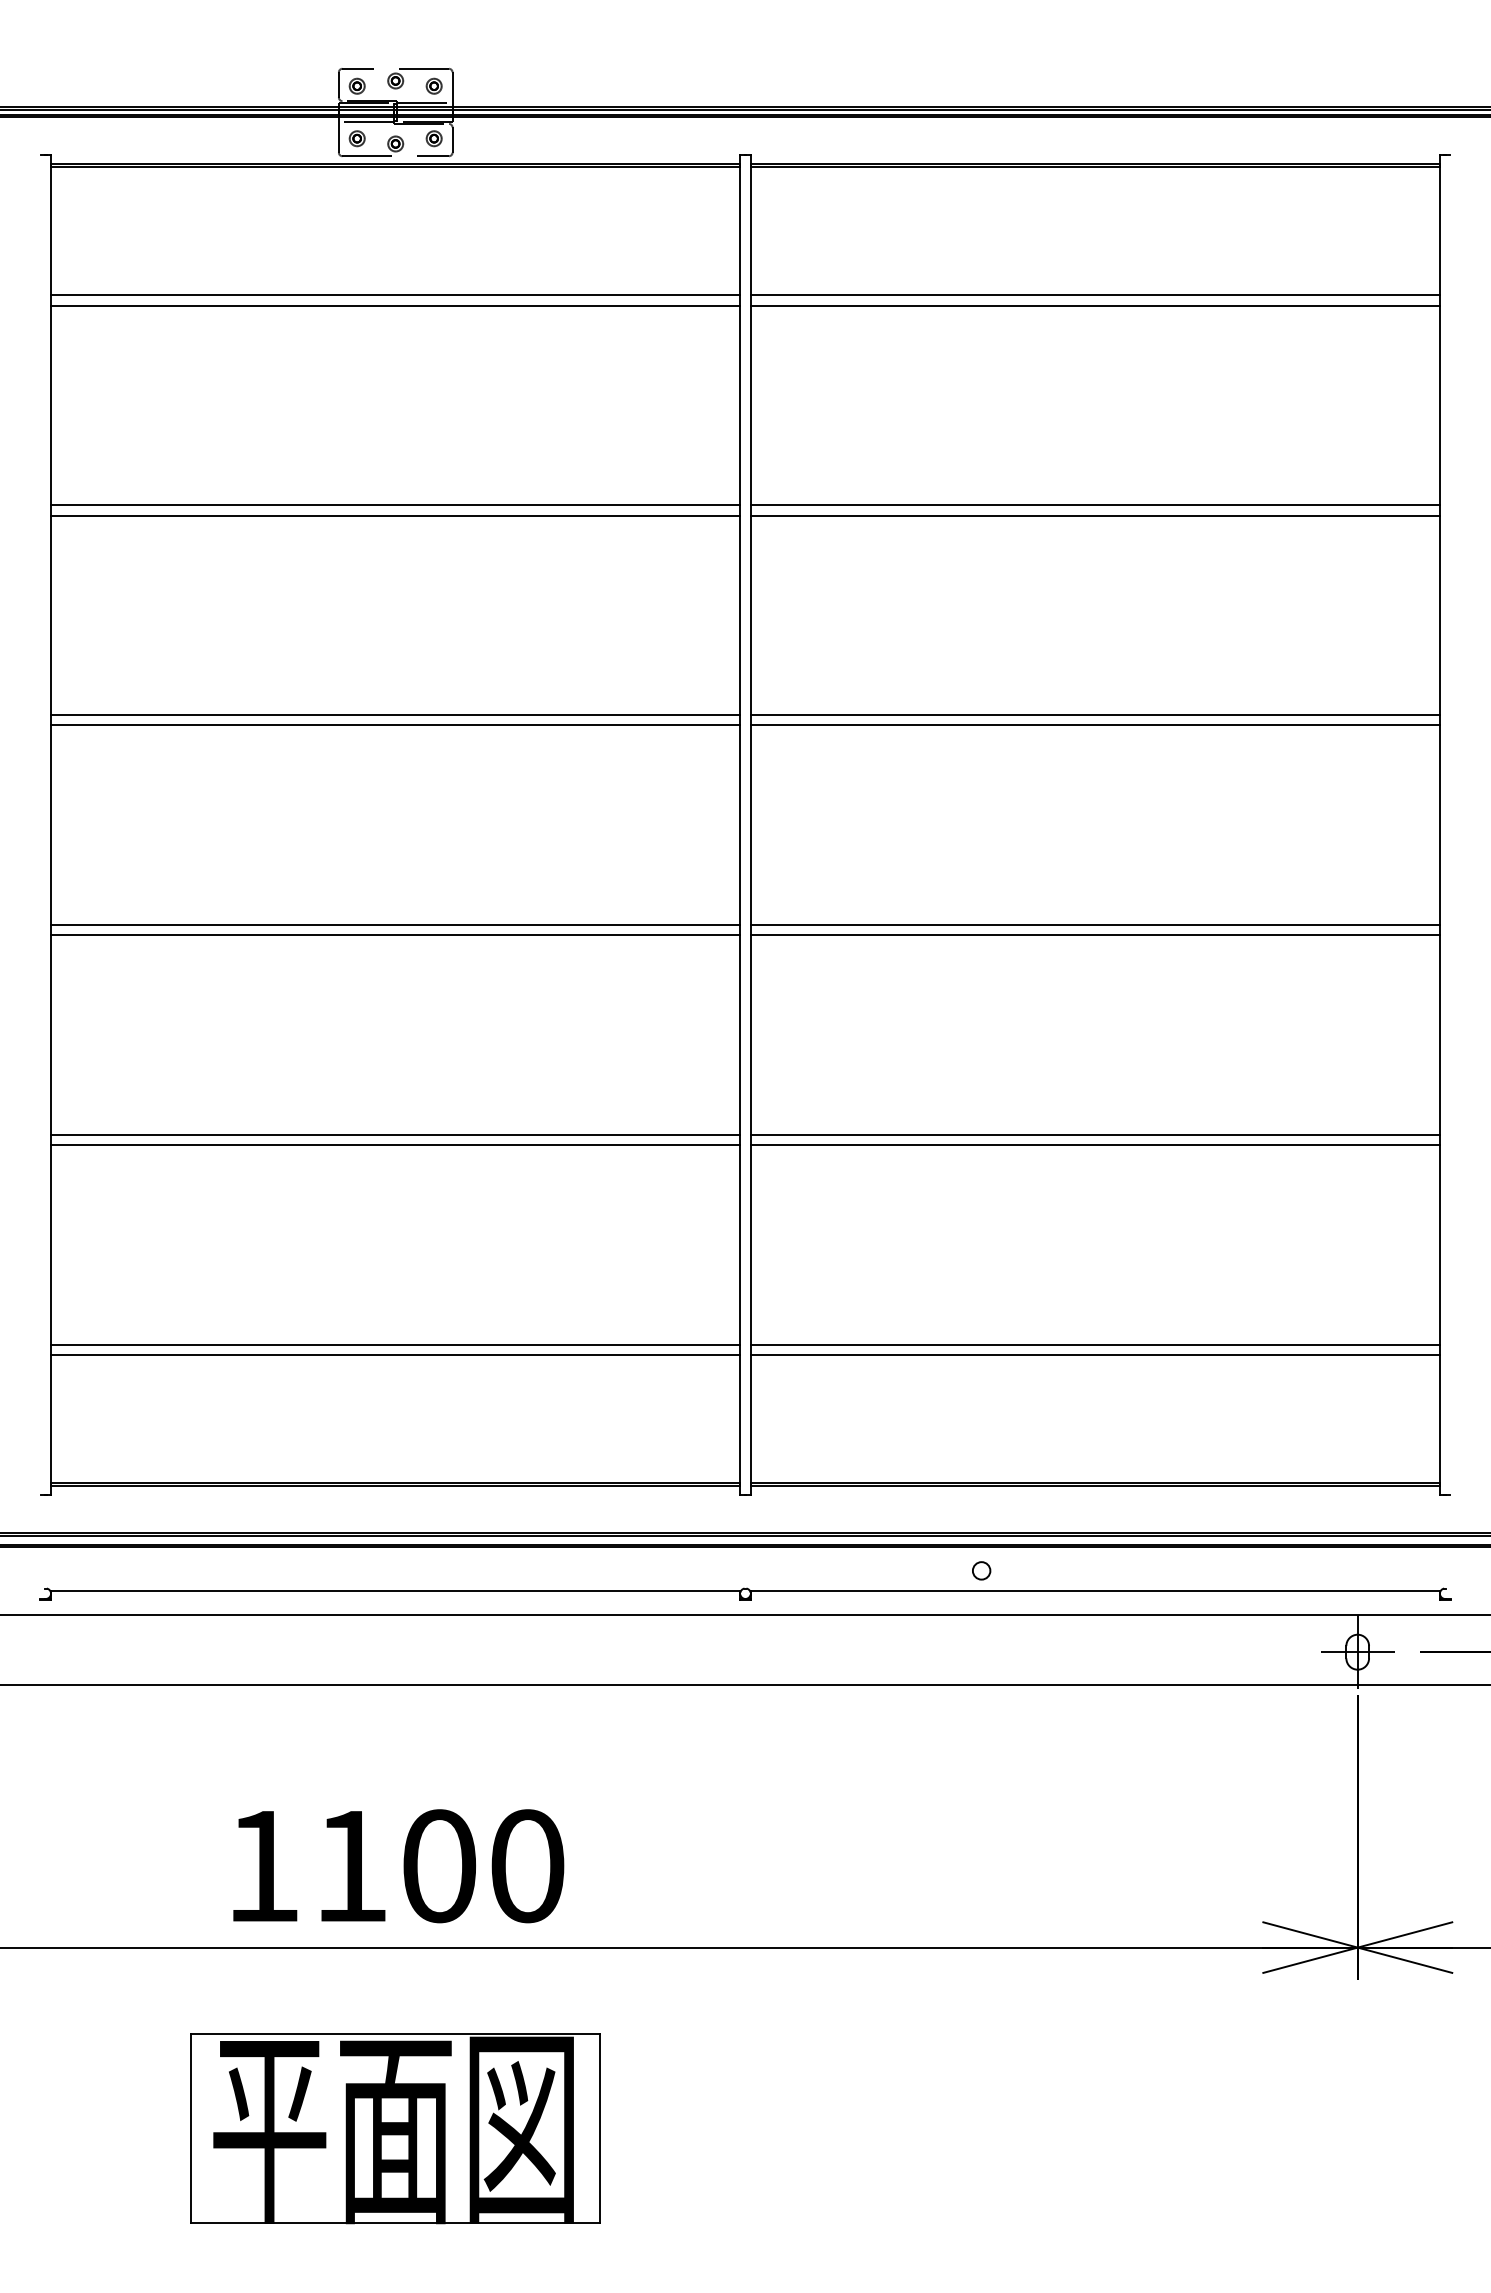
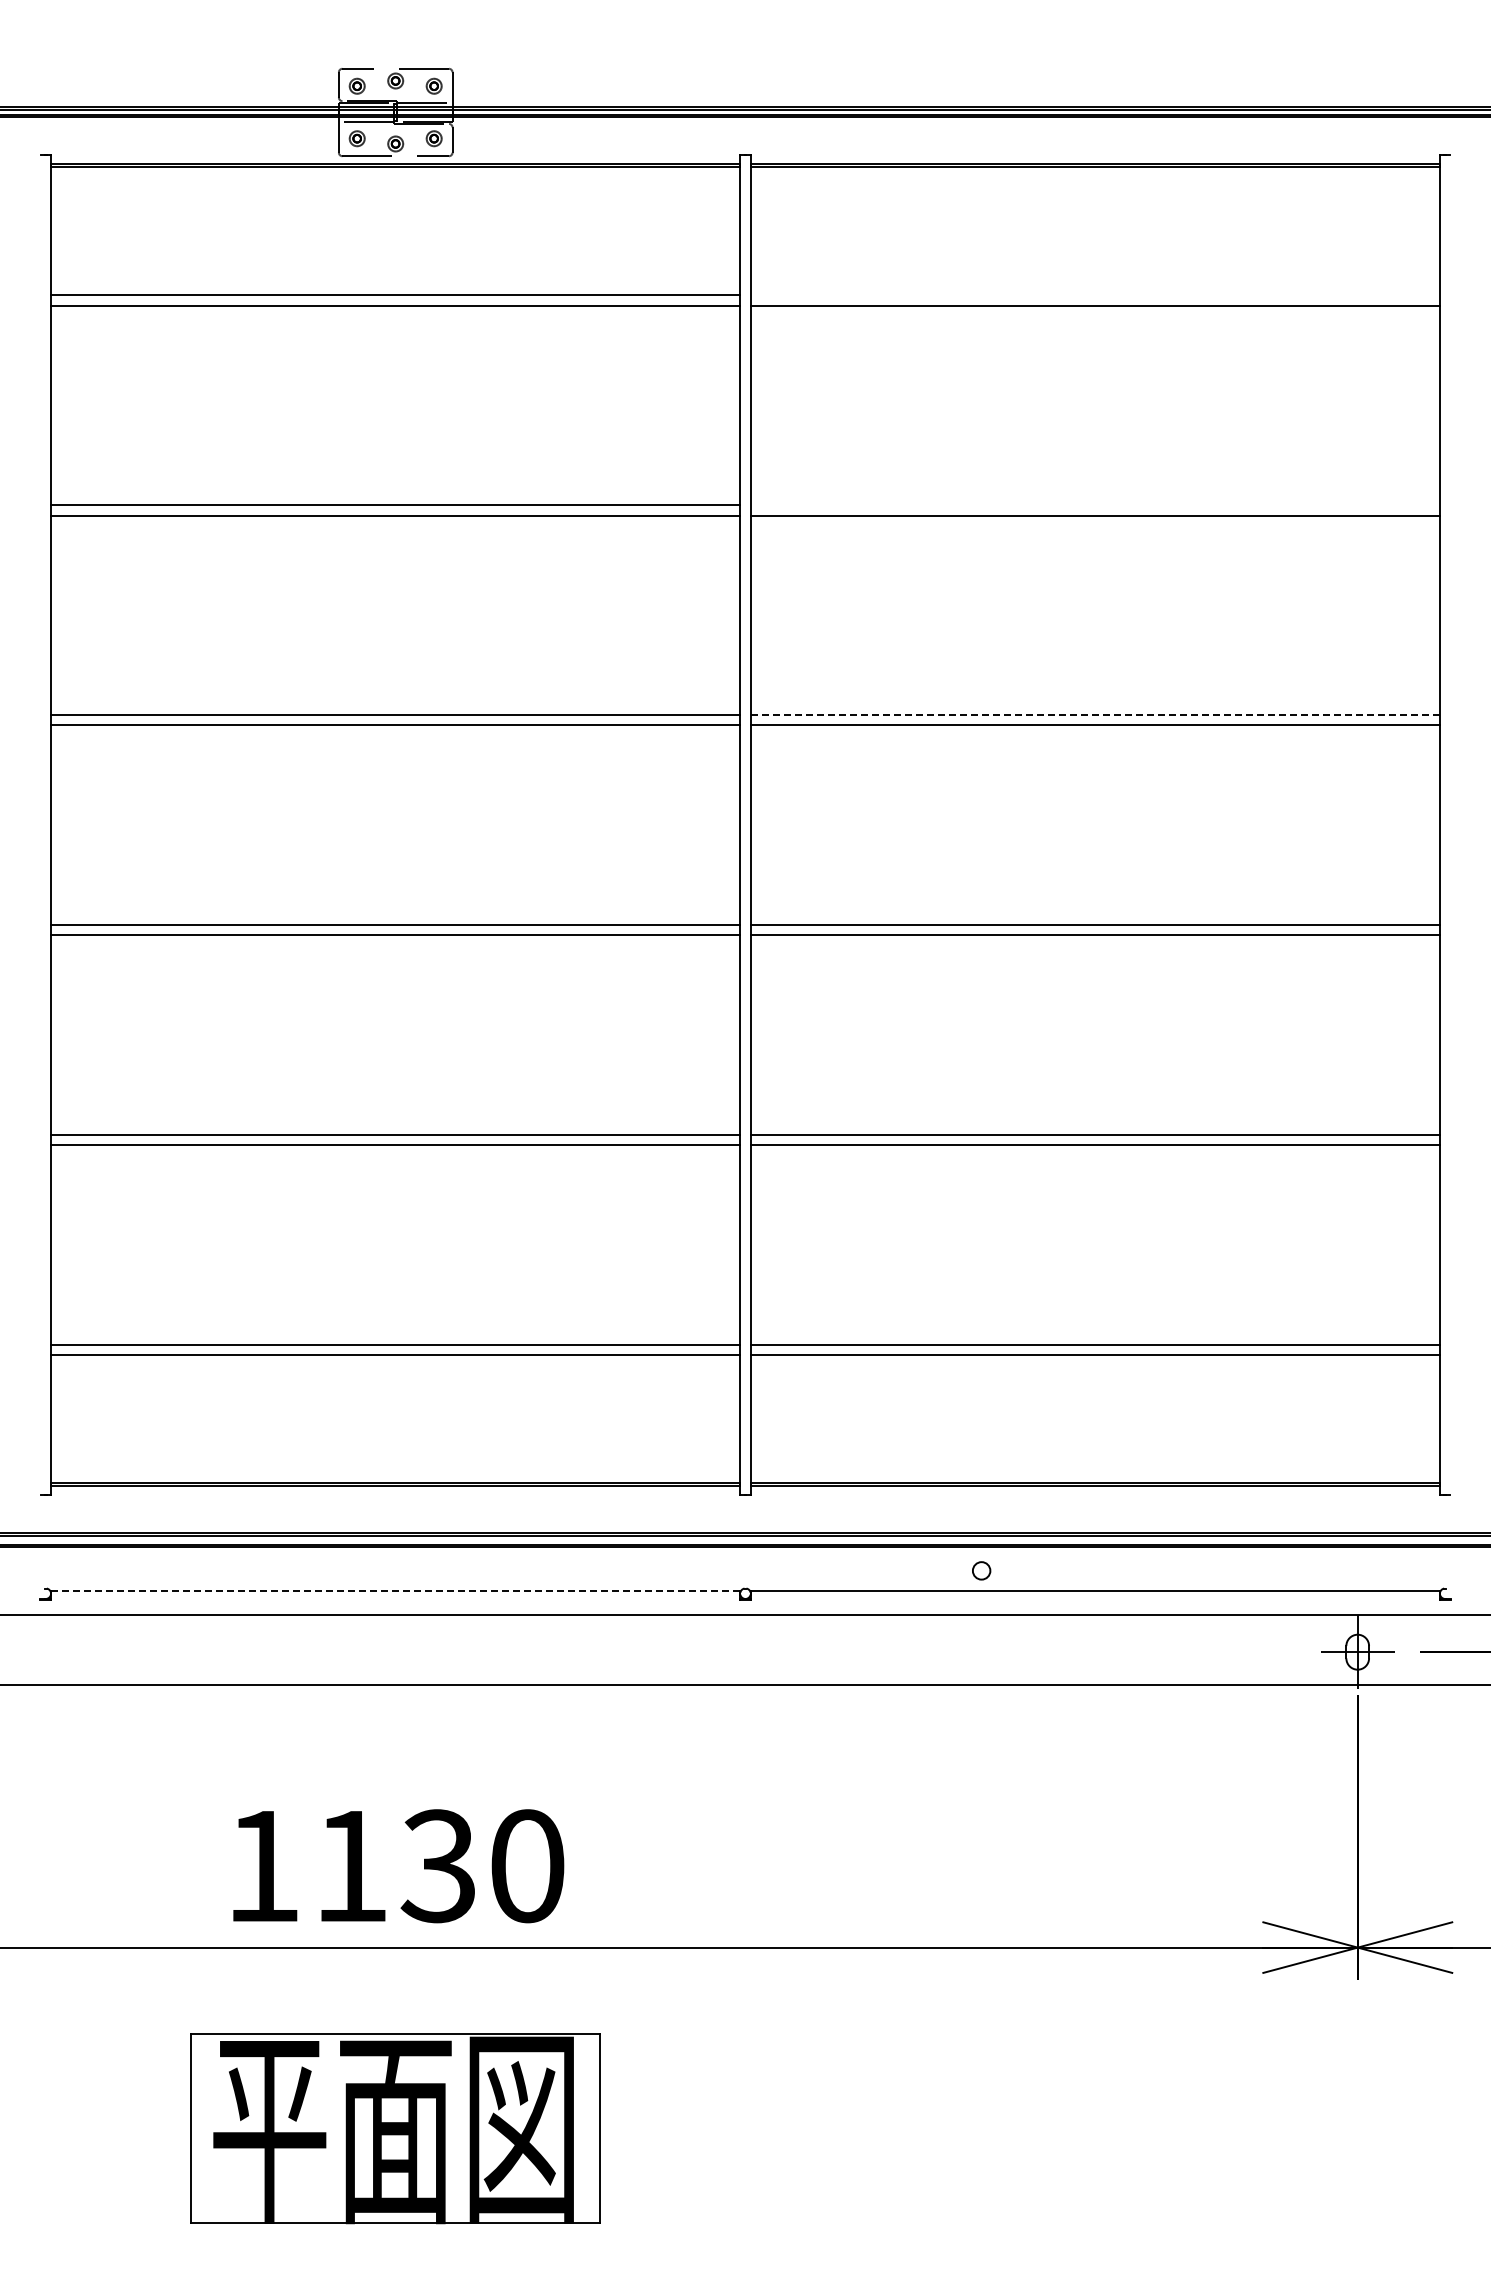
line at (1095, 295): present -> none
line at (1095, 505): present -> none
line at (1095, 715): solid -> dashed
line at (395, 1591): solid -> dashed
text at (437, 1866): 1100 -> 1130
